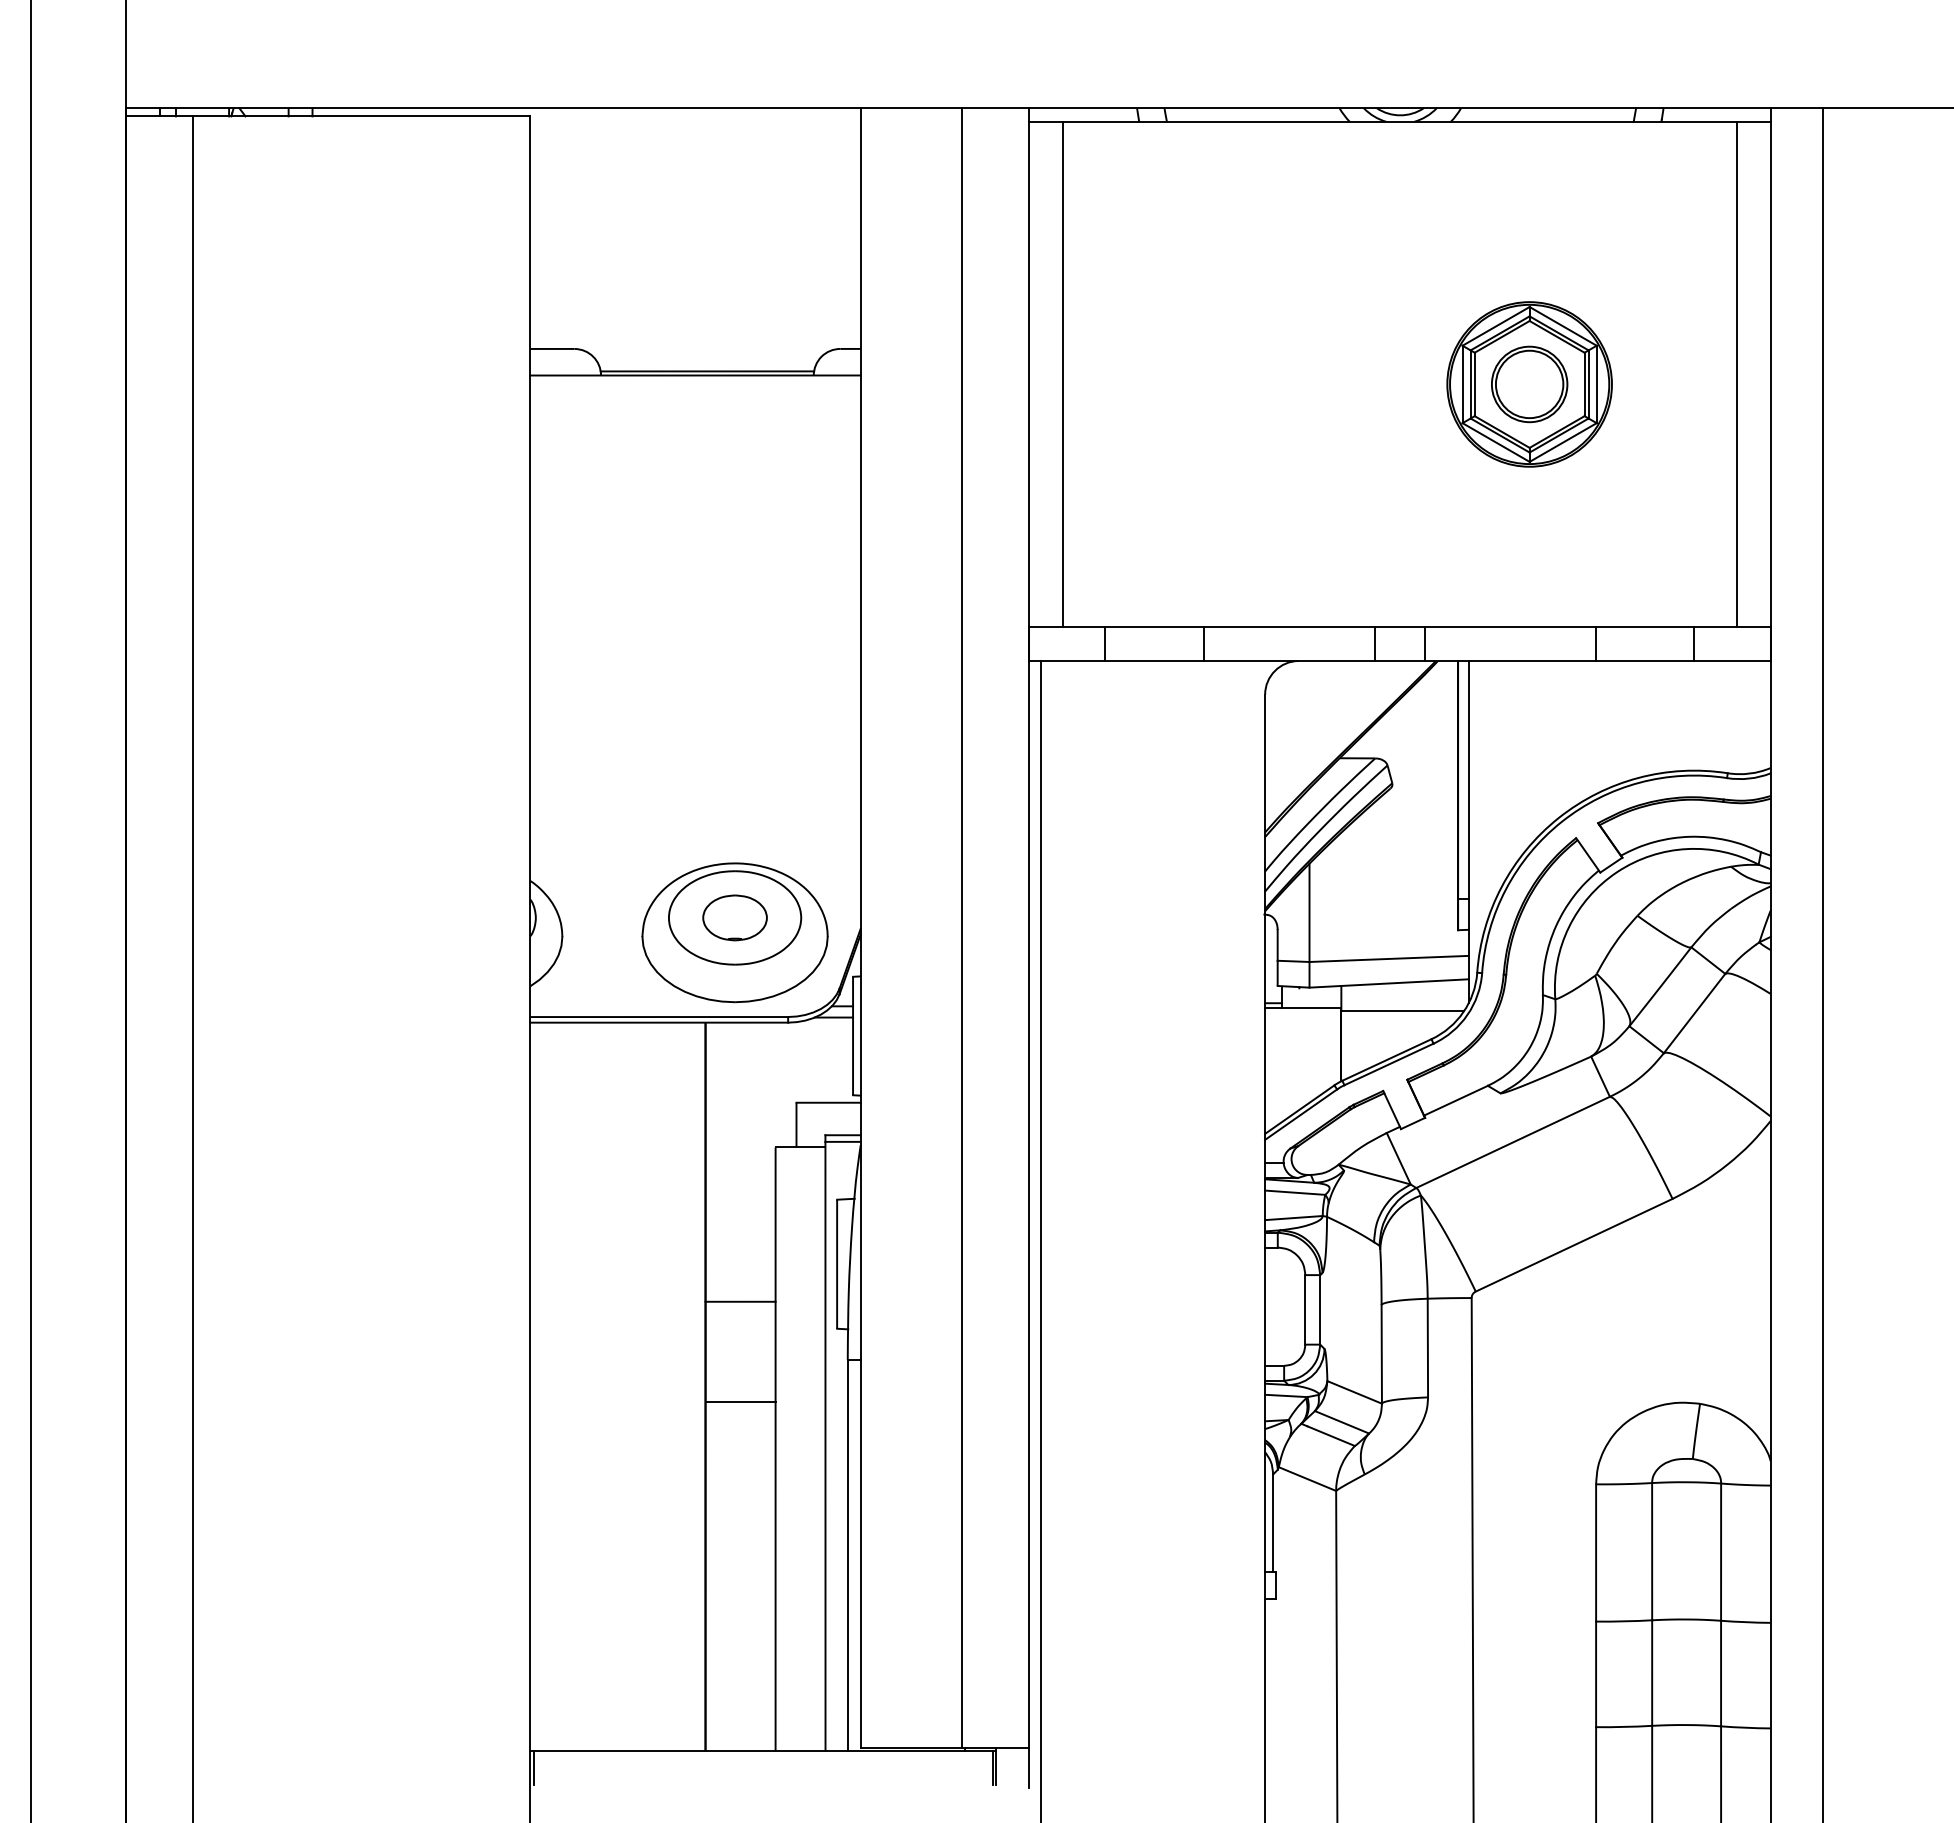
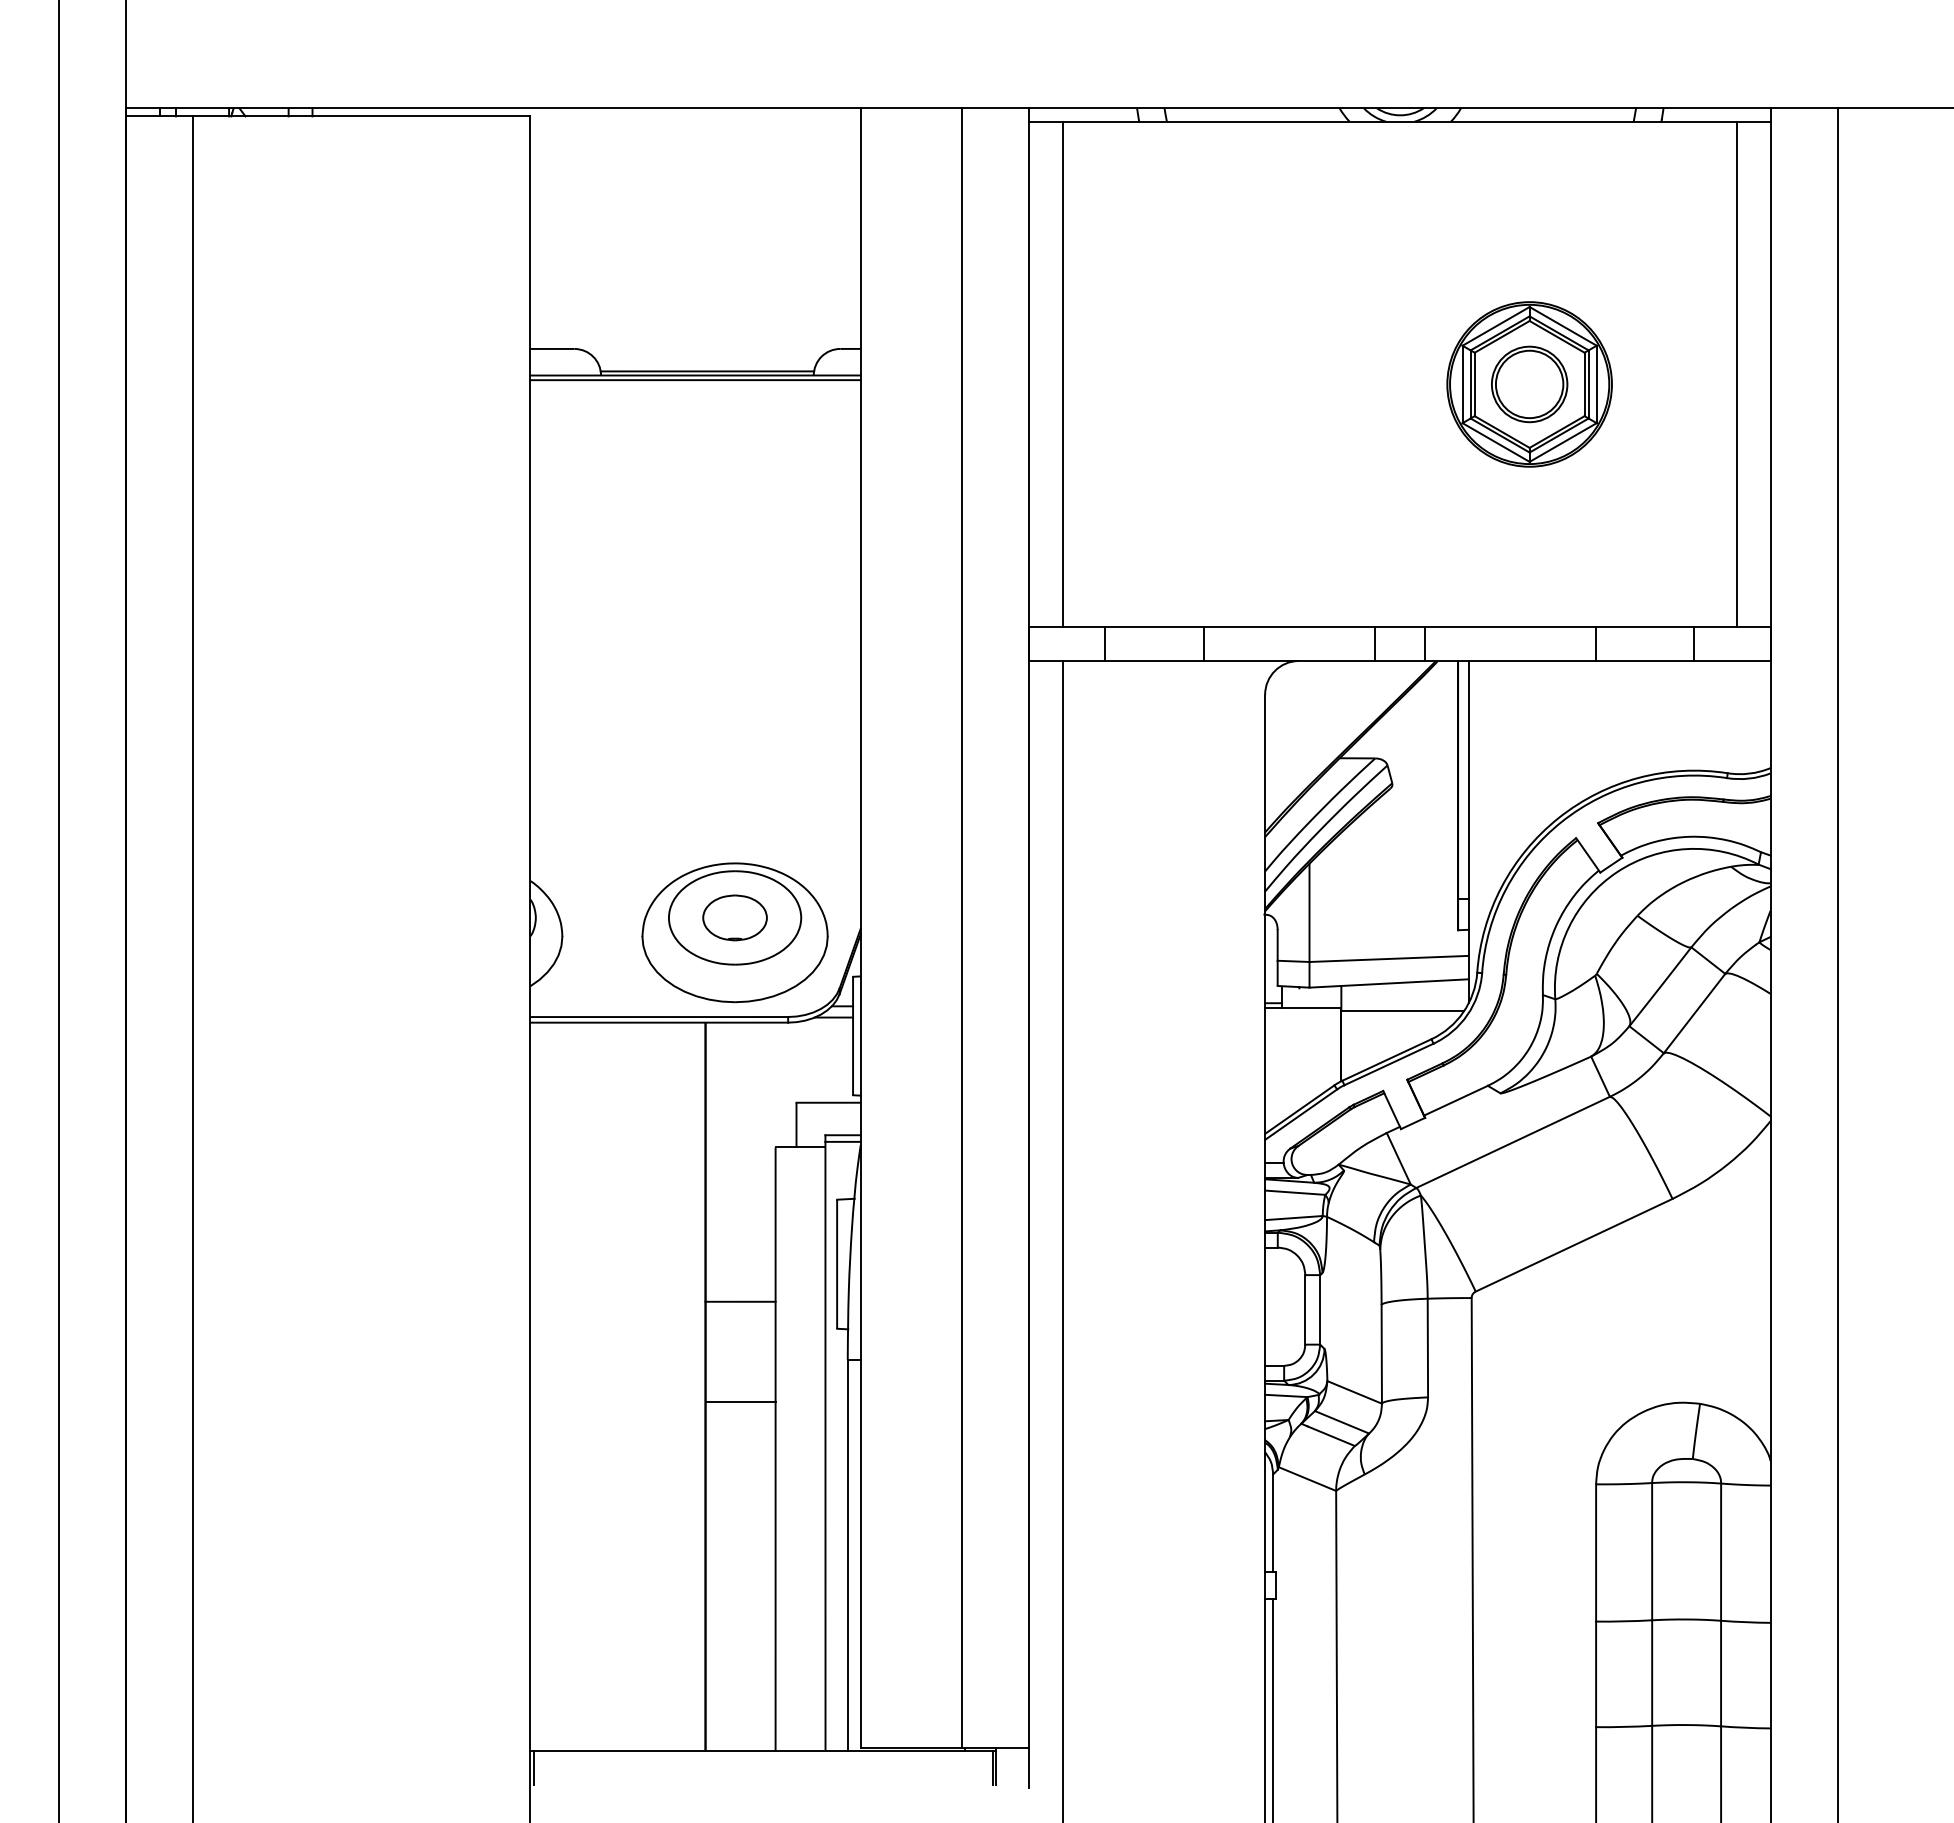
line at (695, 380): none -> present
line at (30, 910) position: (30, 910) -> (58, 910)
line at (1823, 963) position: (1823, 963) -> (1838, 963)
line at (1040, 1240) position: (1040, 1240) -> (1062, 1240)
line at (1273, 1708): none -> present
